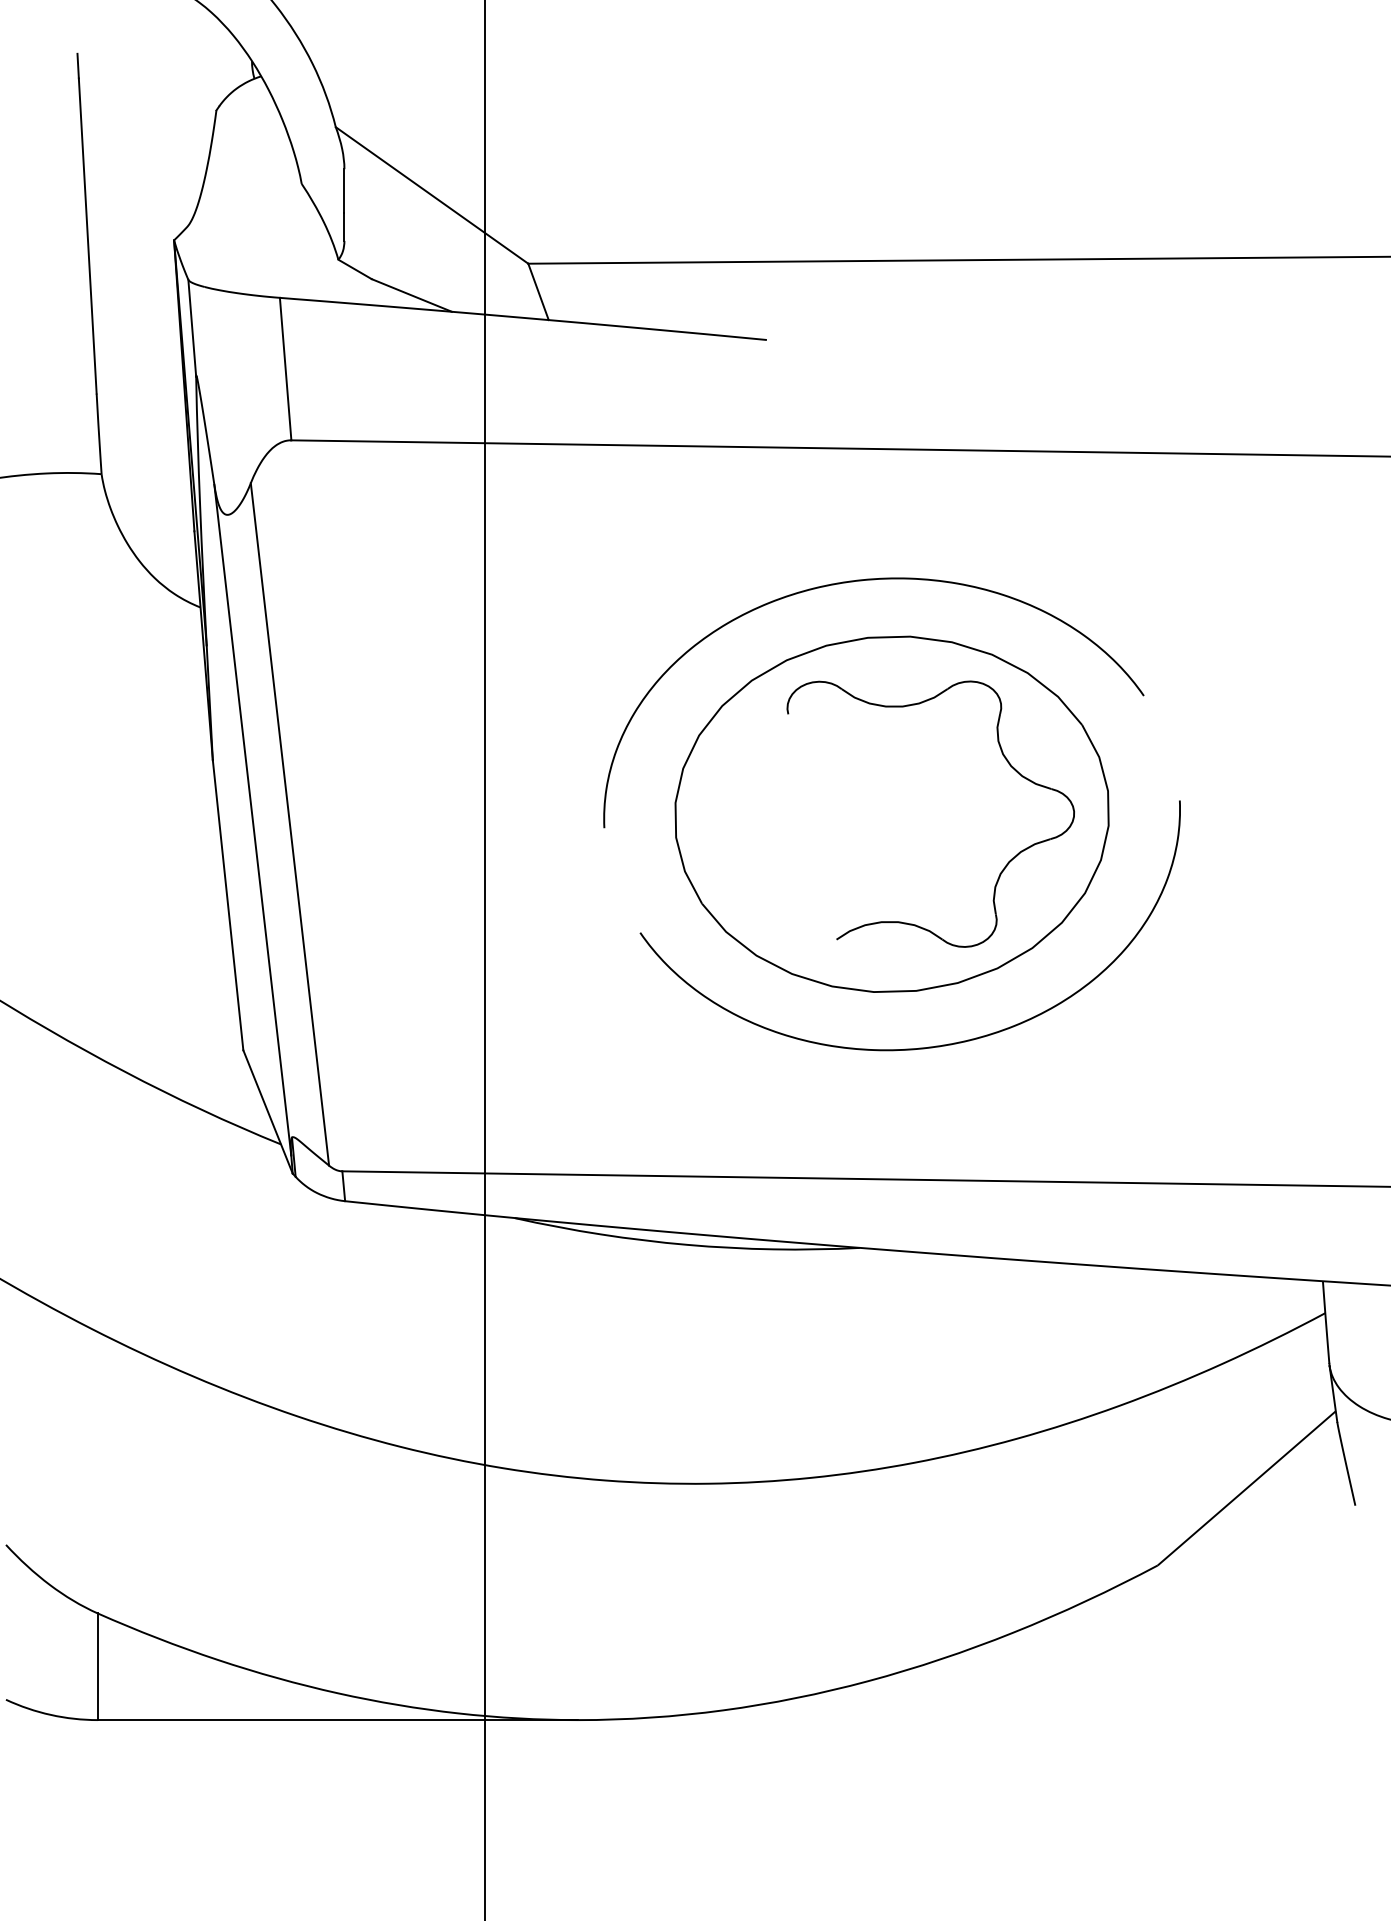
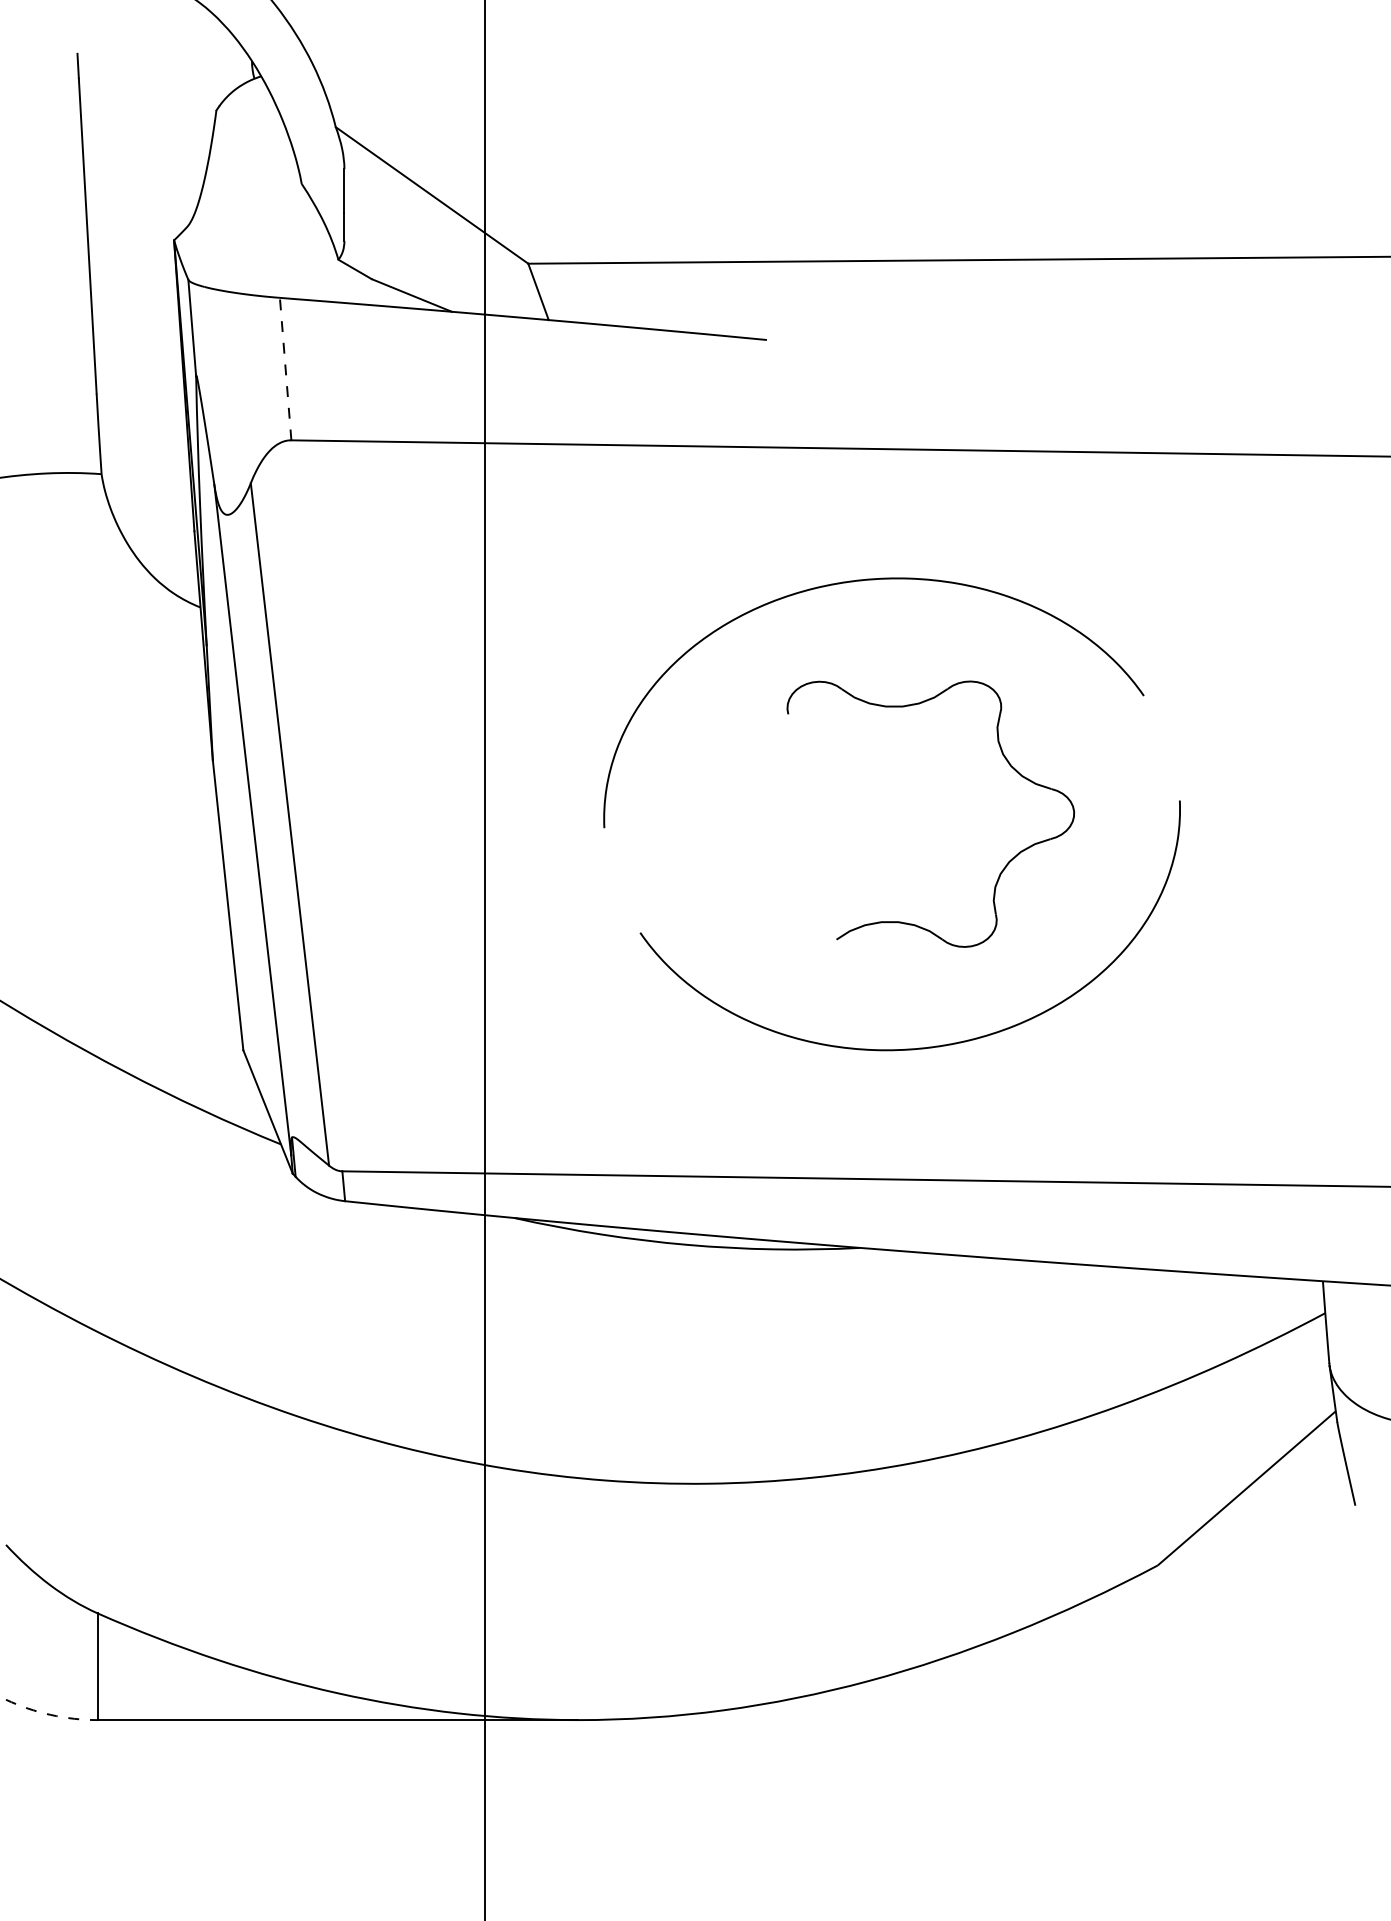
line at (285, 368): solid -> dashed
part at (891, 813): present -> none
arc at (50, 1714): solid -> dashed
